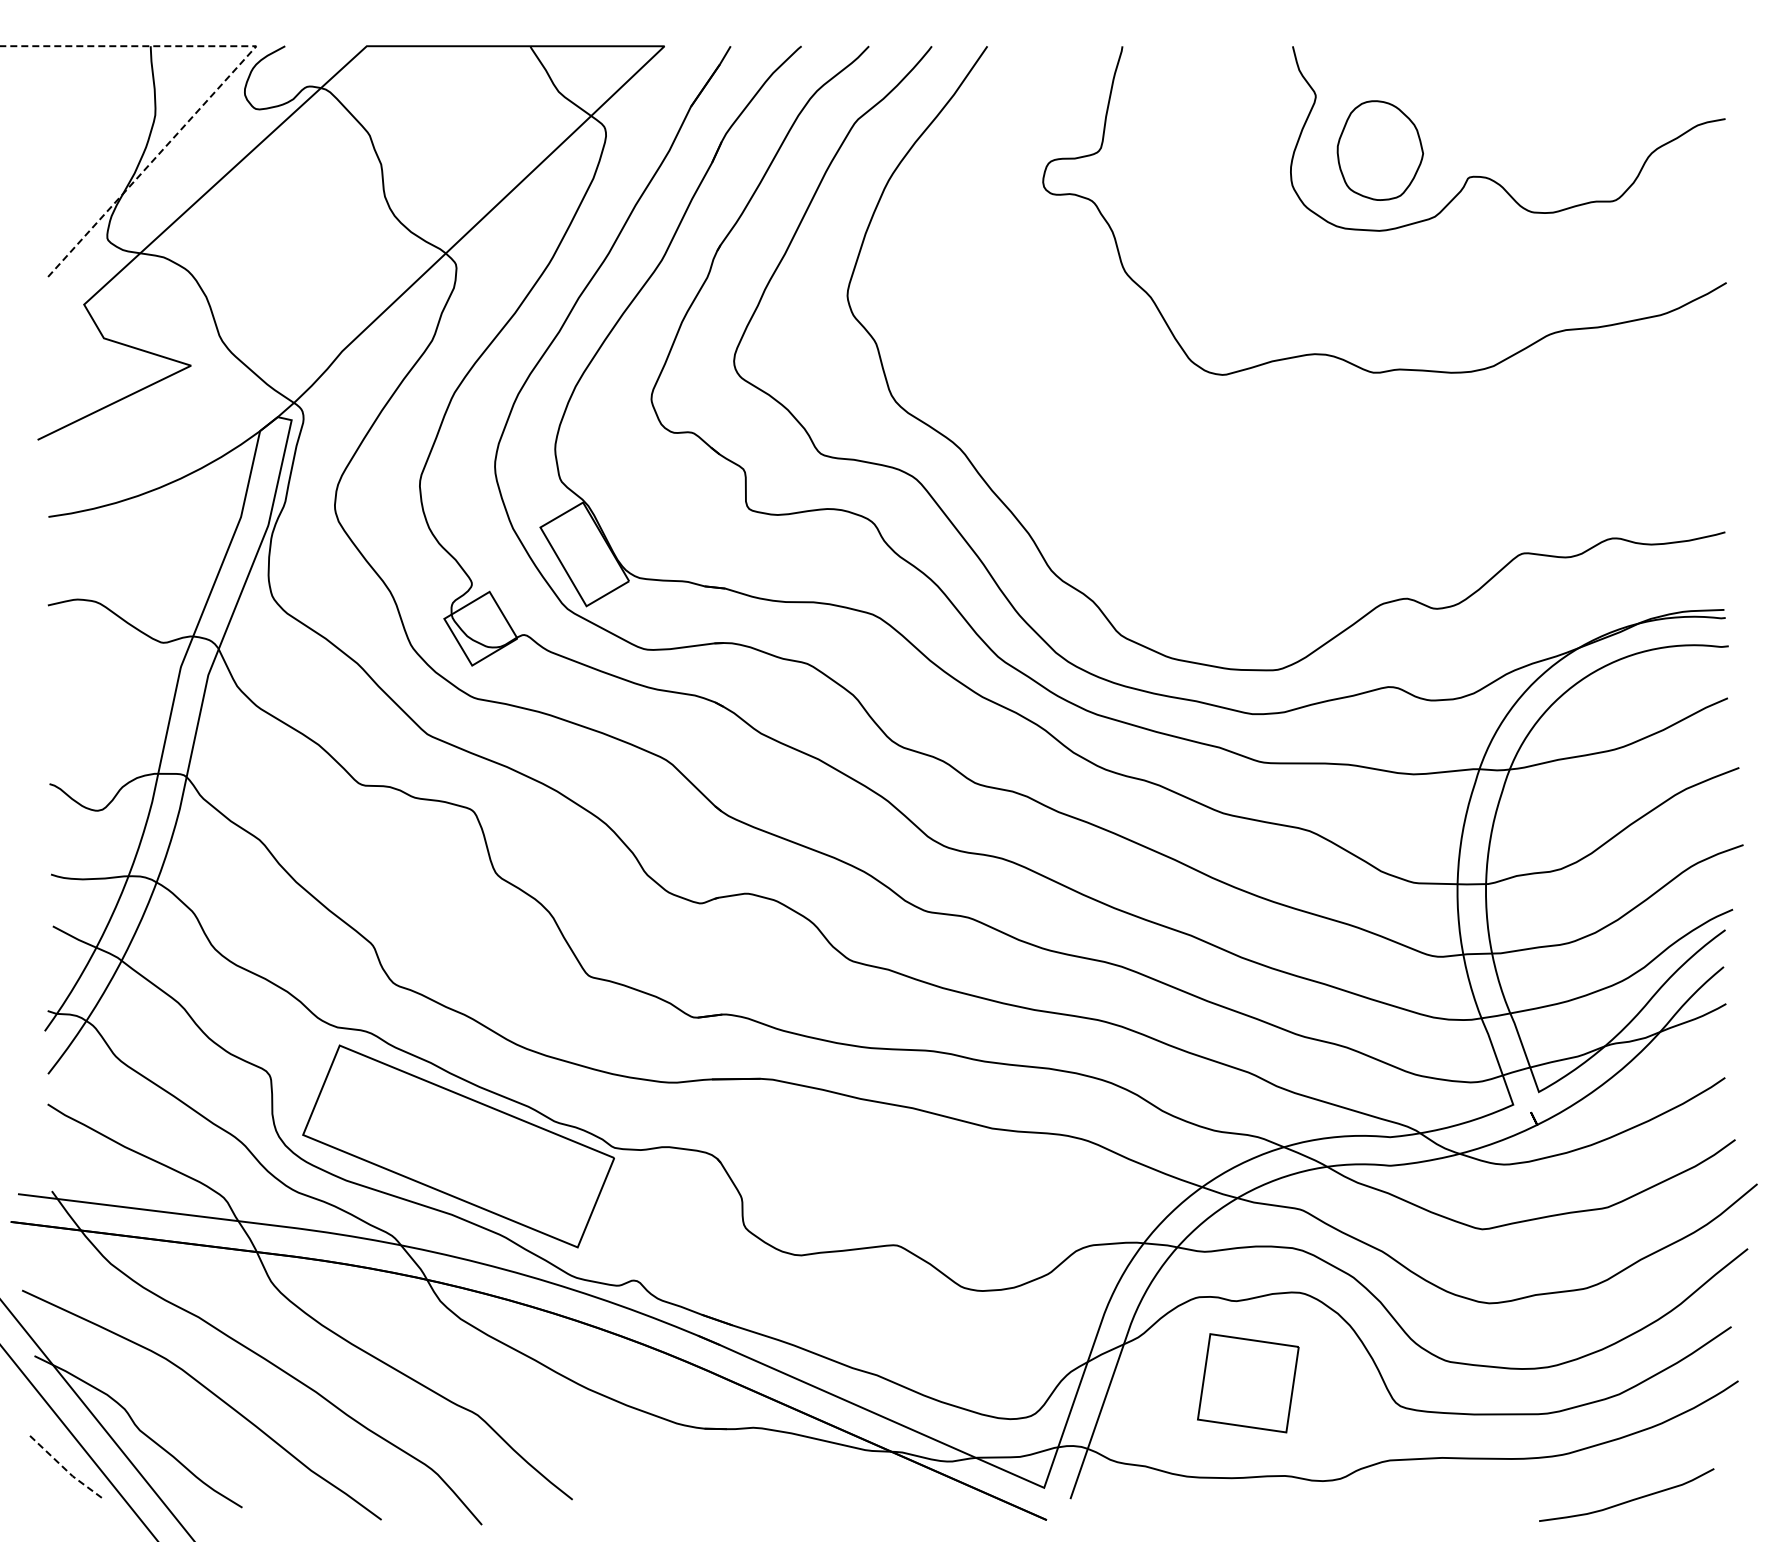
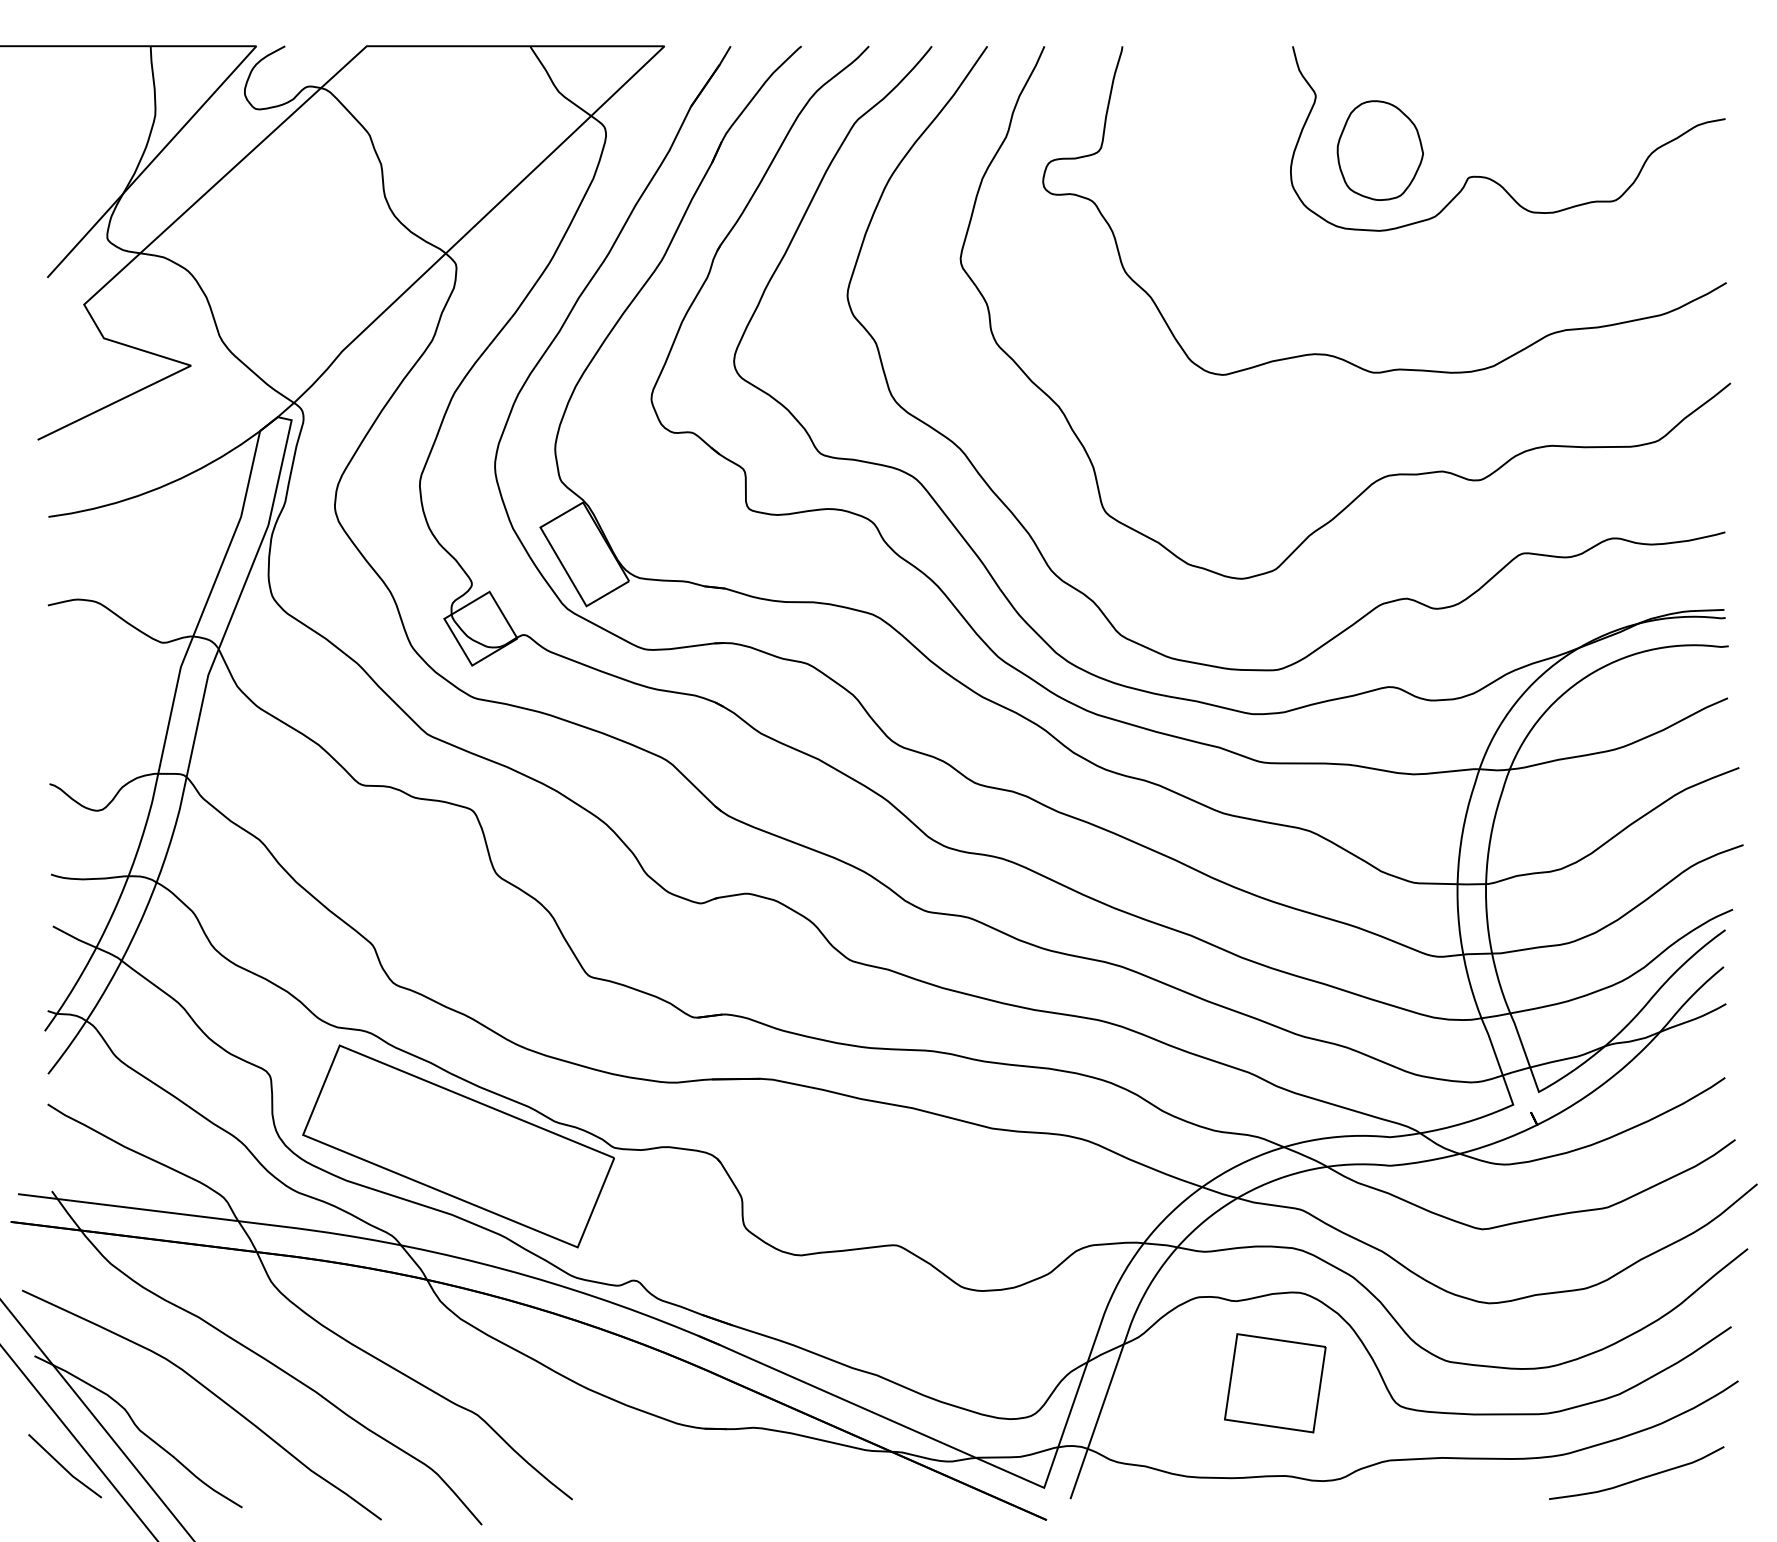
line at (237, 67): dashed -> solid
curve at (1388, 474): none -> present
part at (1248, 1383) position: (1248, 1383) -> (1275, 1383)
line at (64, 1468): dashed -> solid
curve at (1627, 1500) position: (1627, 1500) -> (1637, 1478)
